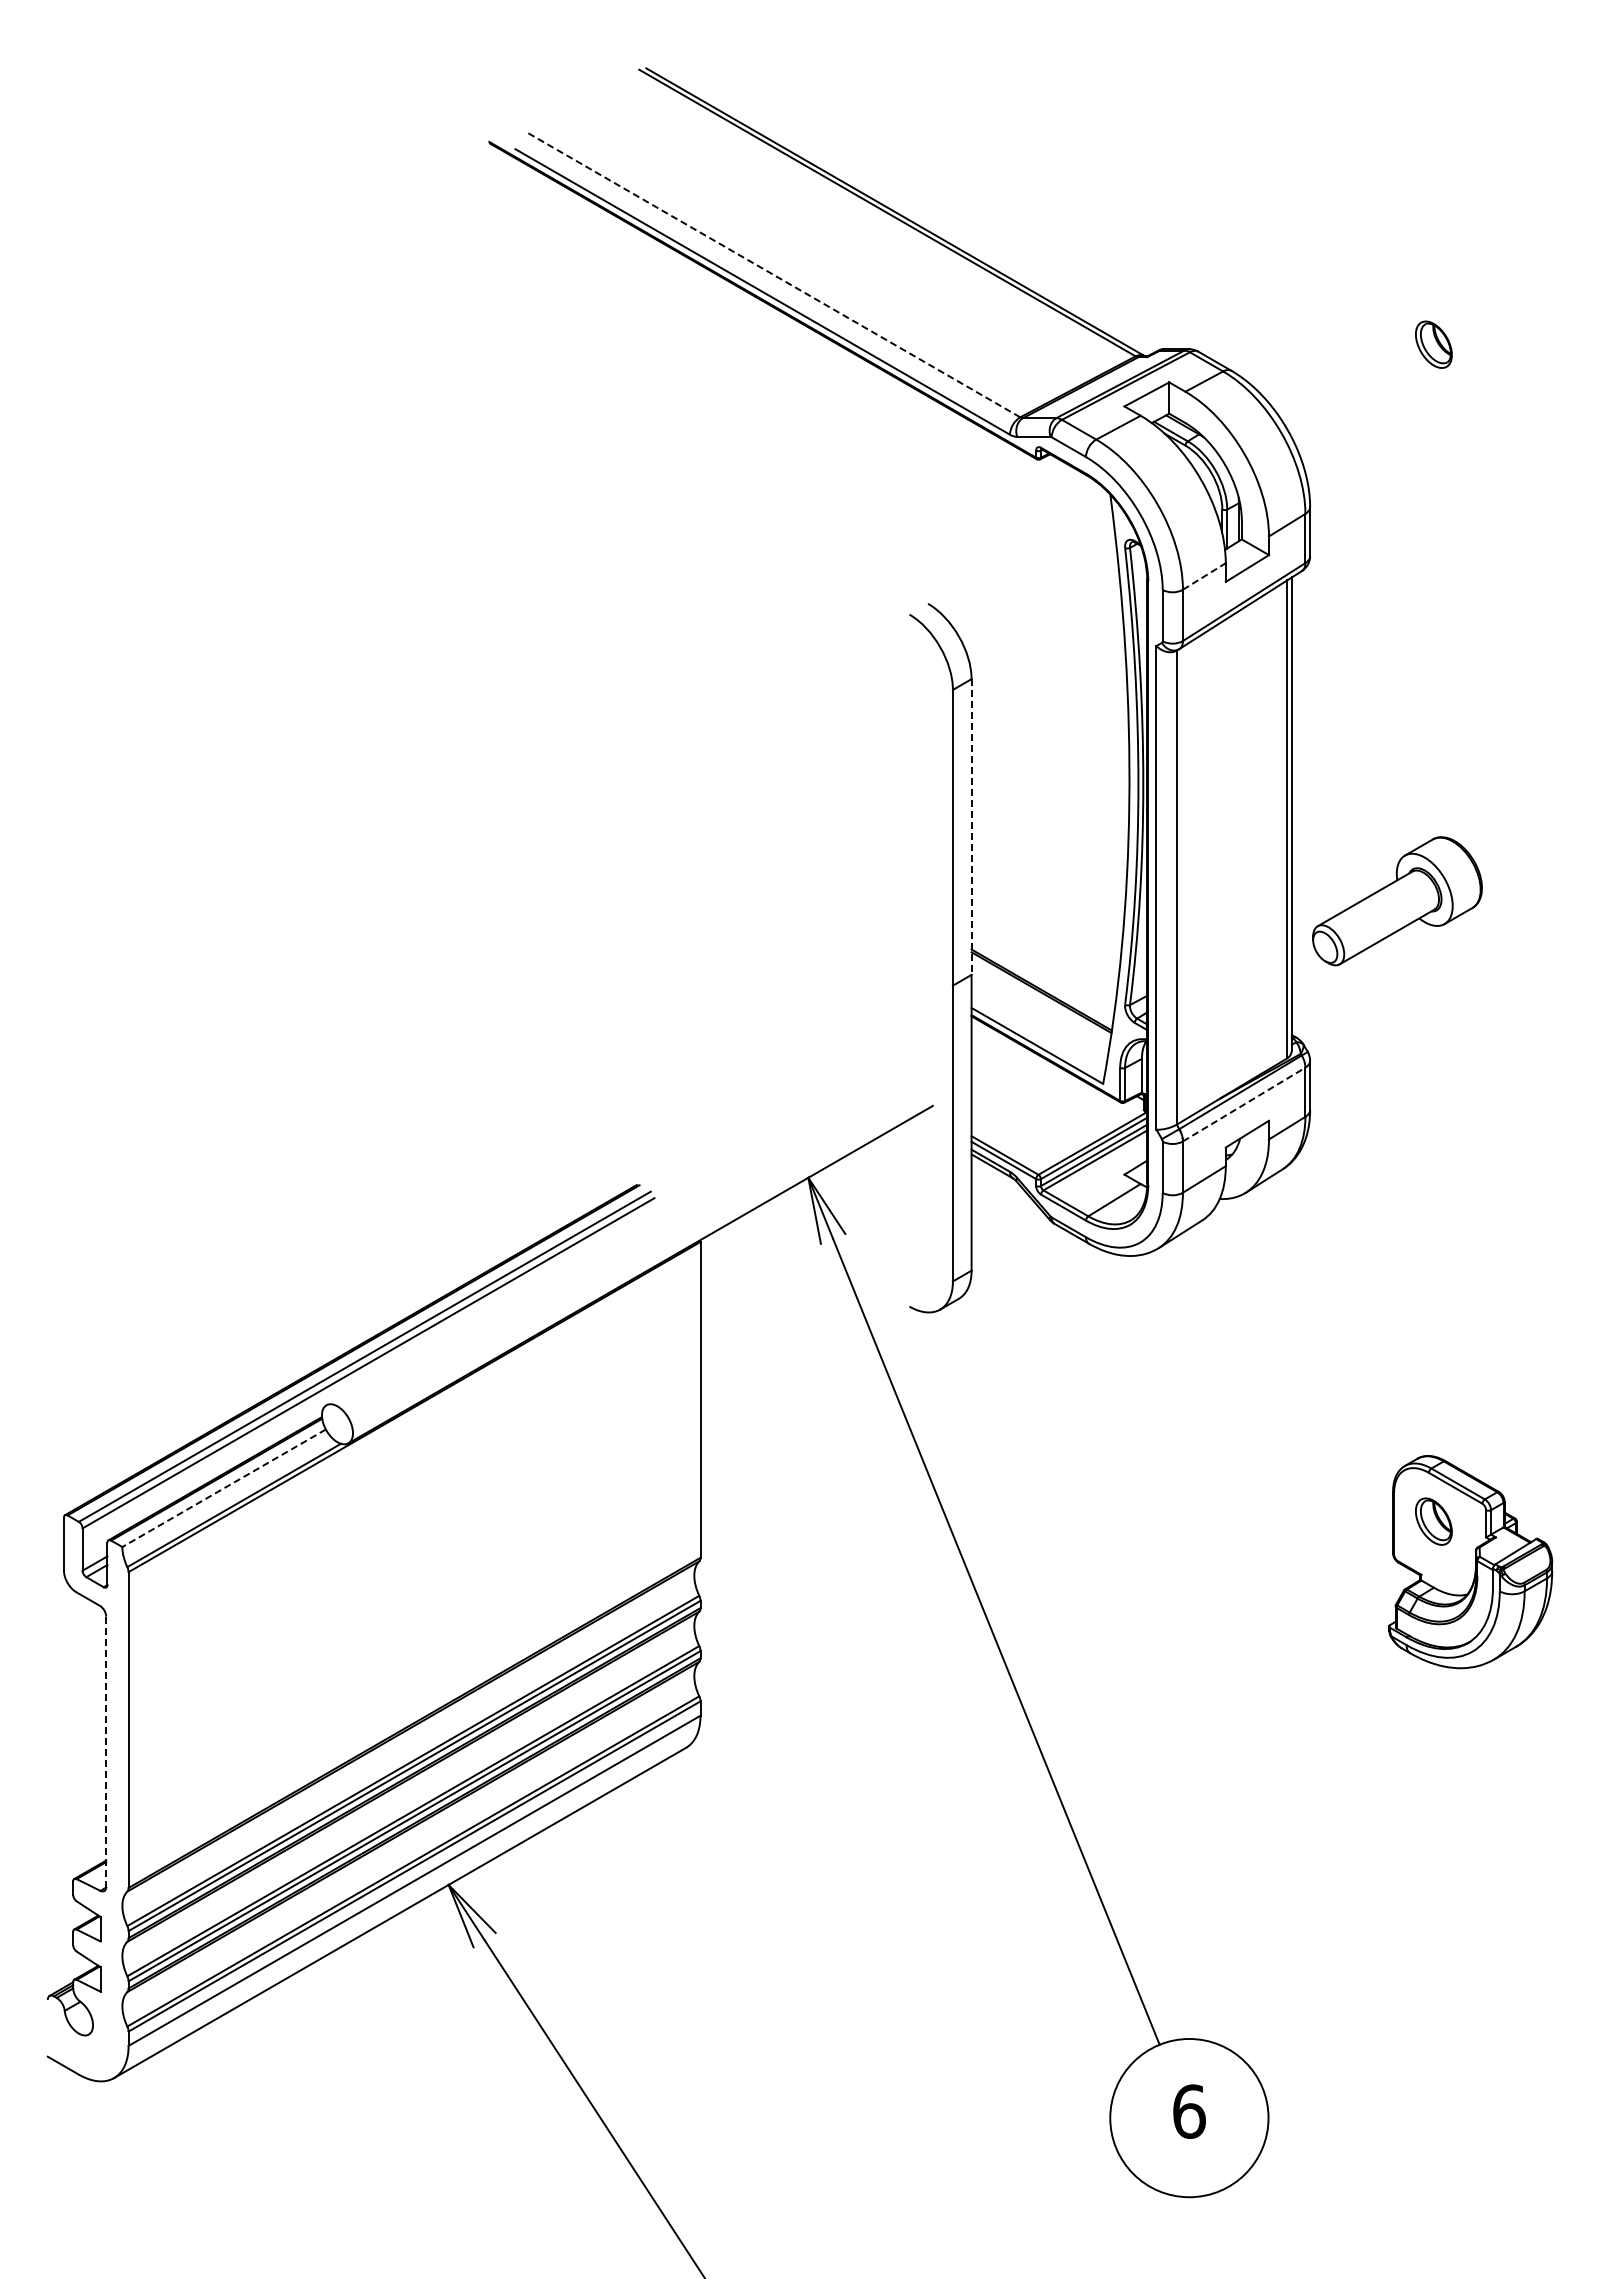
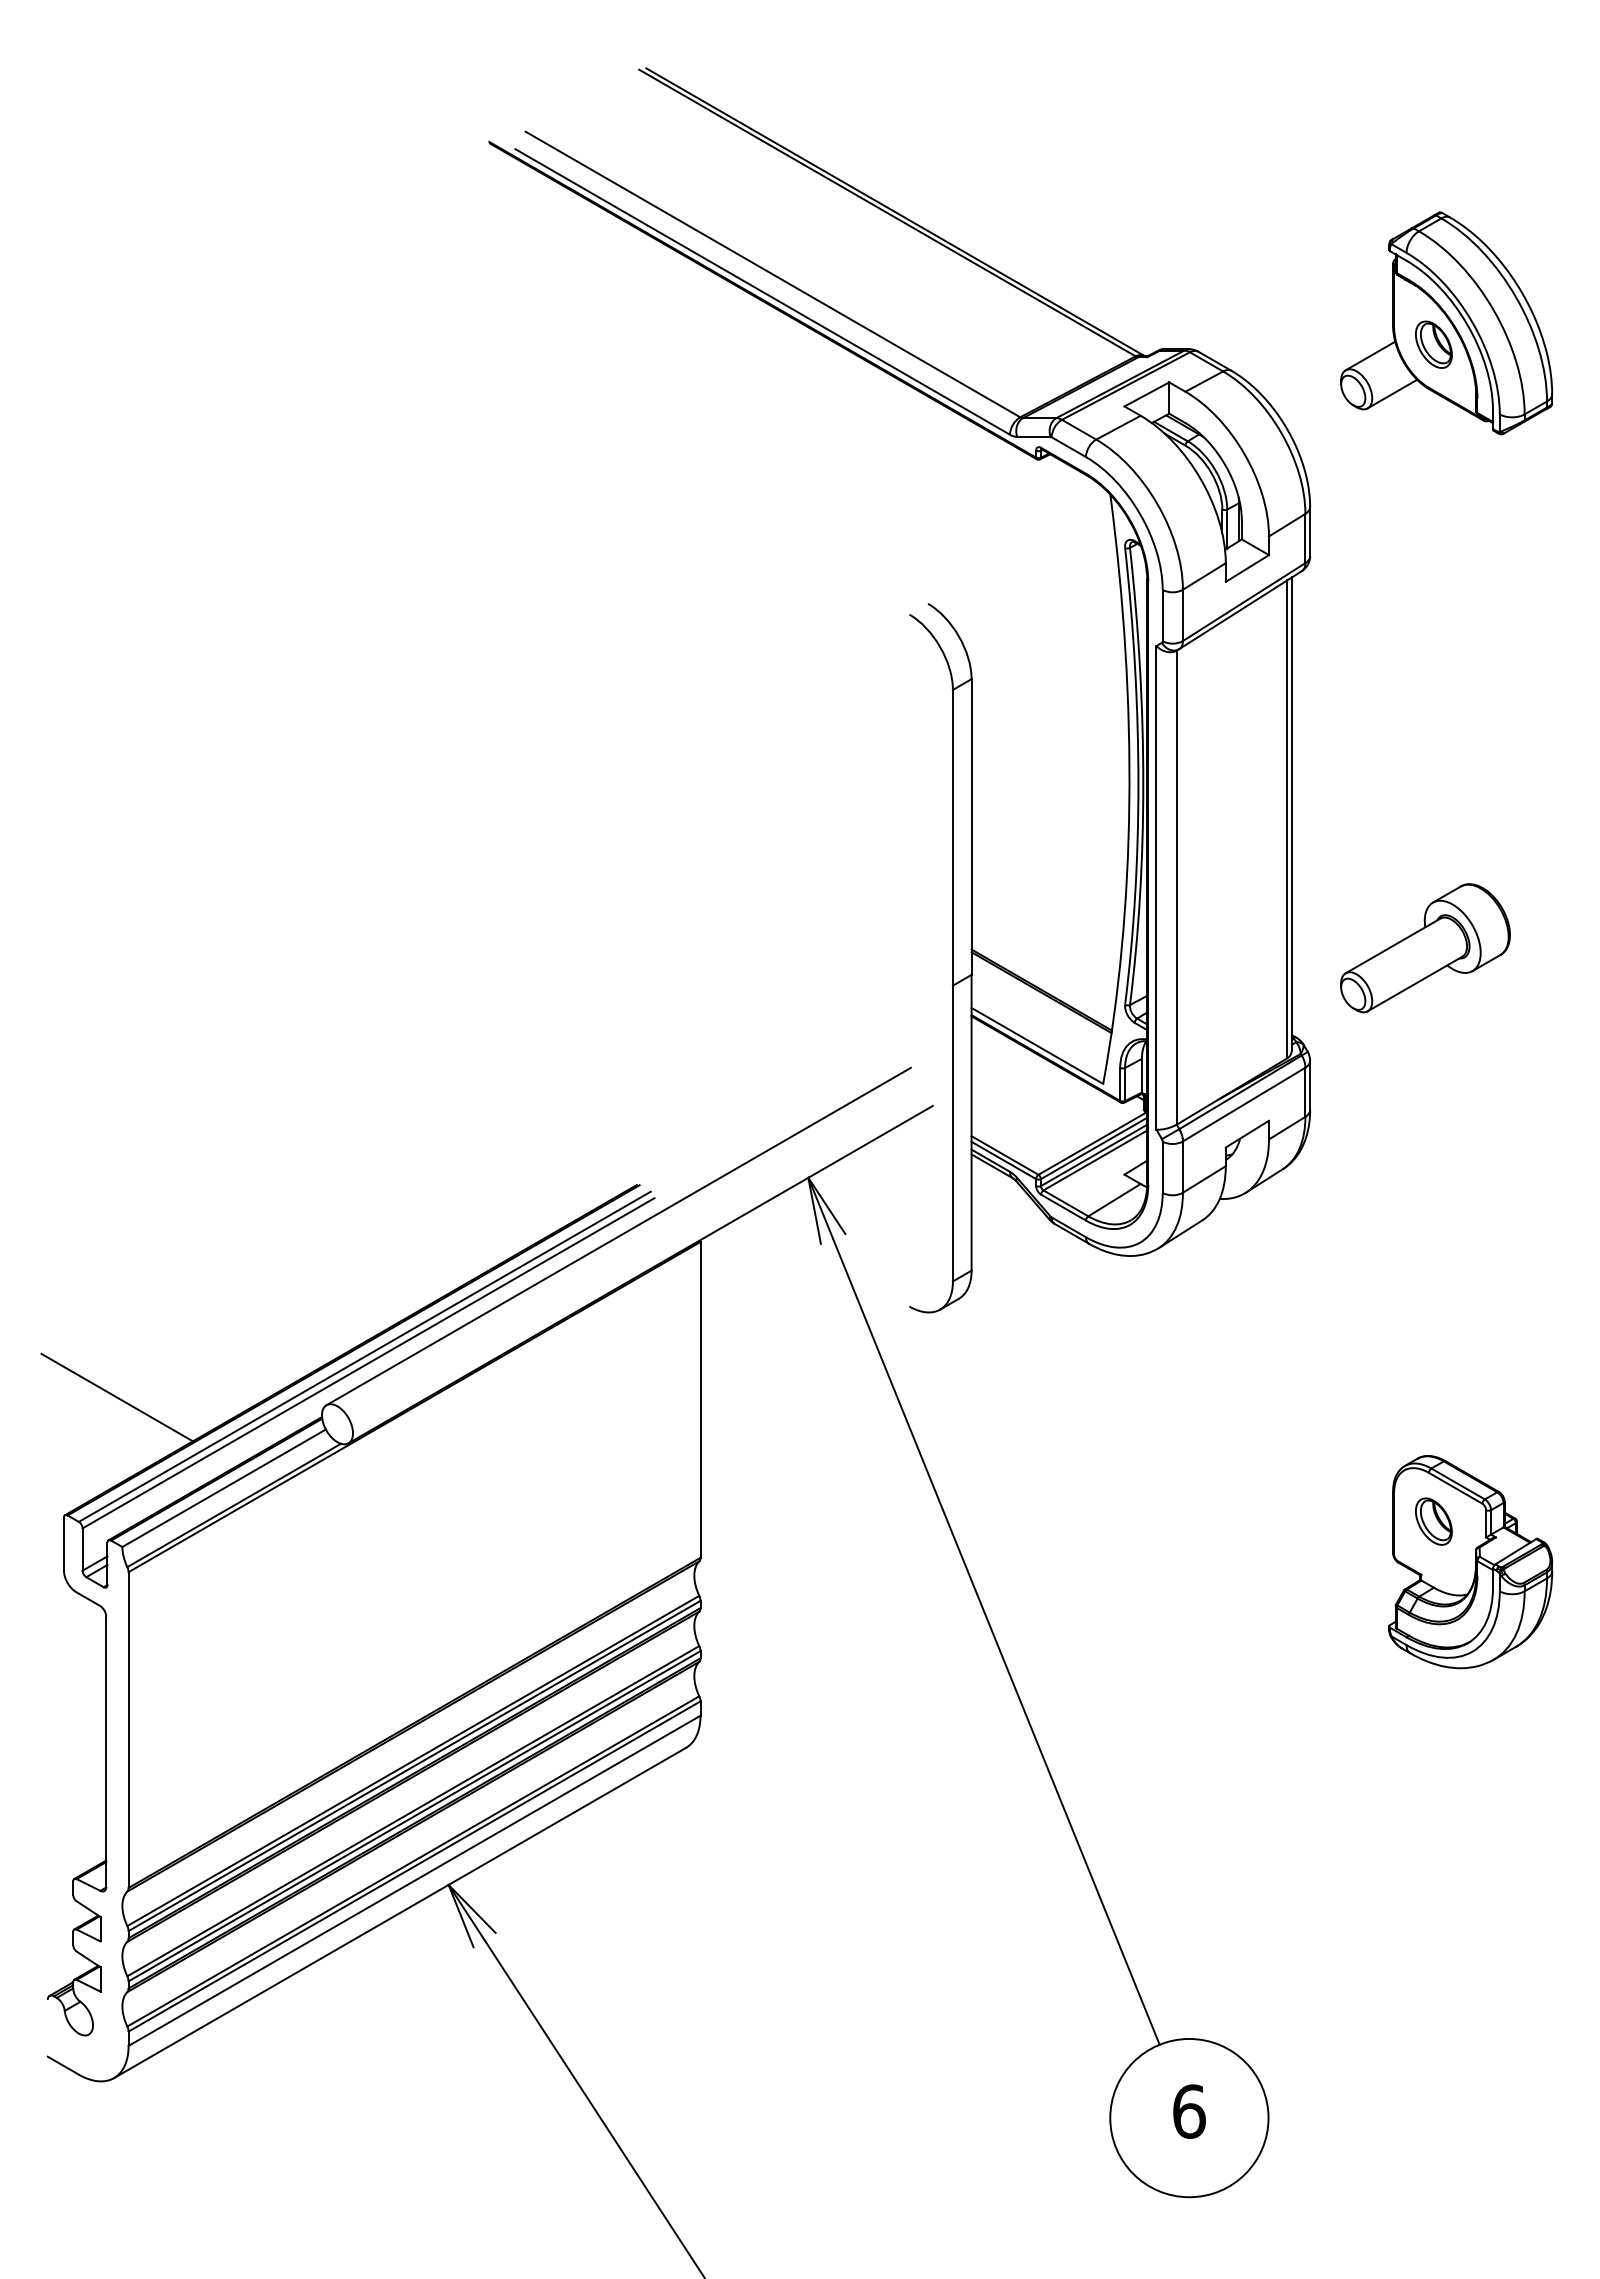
line at (773, 274): dashed -> solid
part at (1446, 323): none -> present
line at (1204, 576): dashed -> solid
line at (971, 827): dashed -> solid
part at (1397, 901) position: (1397, 901) -> (1425, 948)
line at (1244, 1104): dashed -> solid
line at (618, 1236): none -> present
line at (116, 1397): none -> present
line at (223, 1488): dashed -> solid
line at (106, 1752): dashed -> solid
